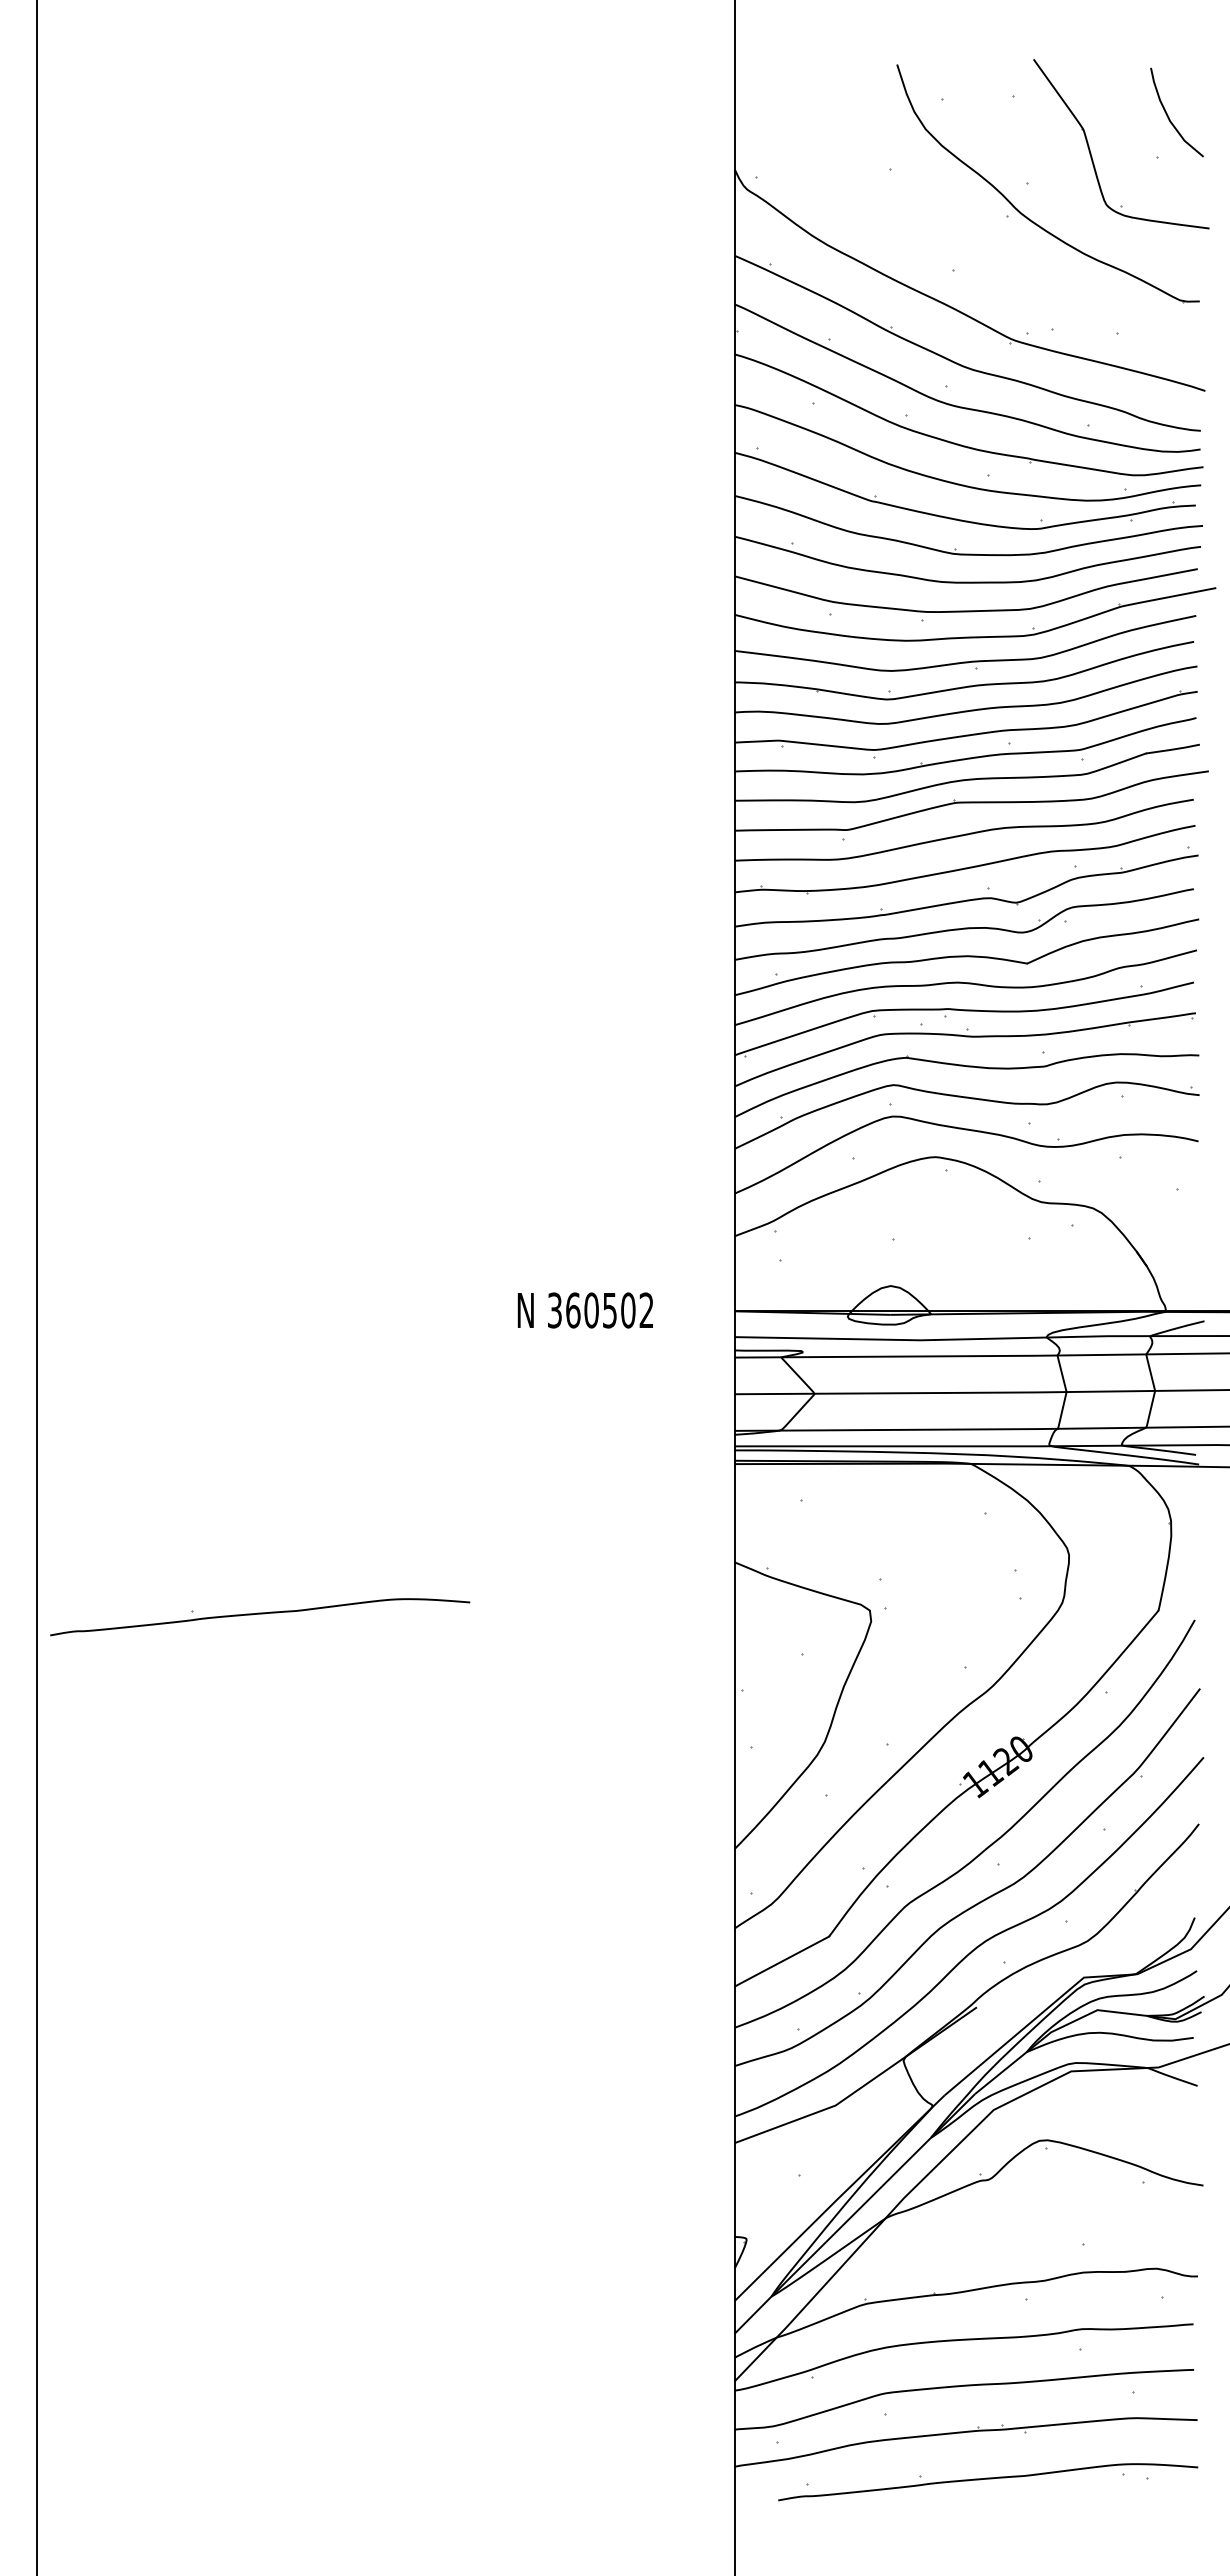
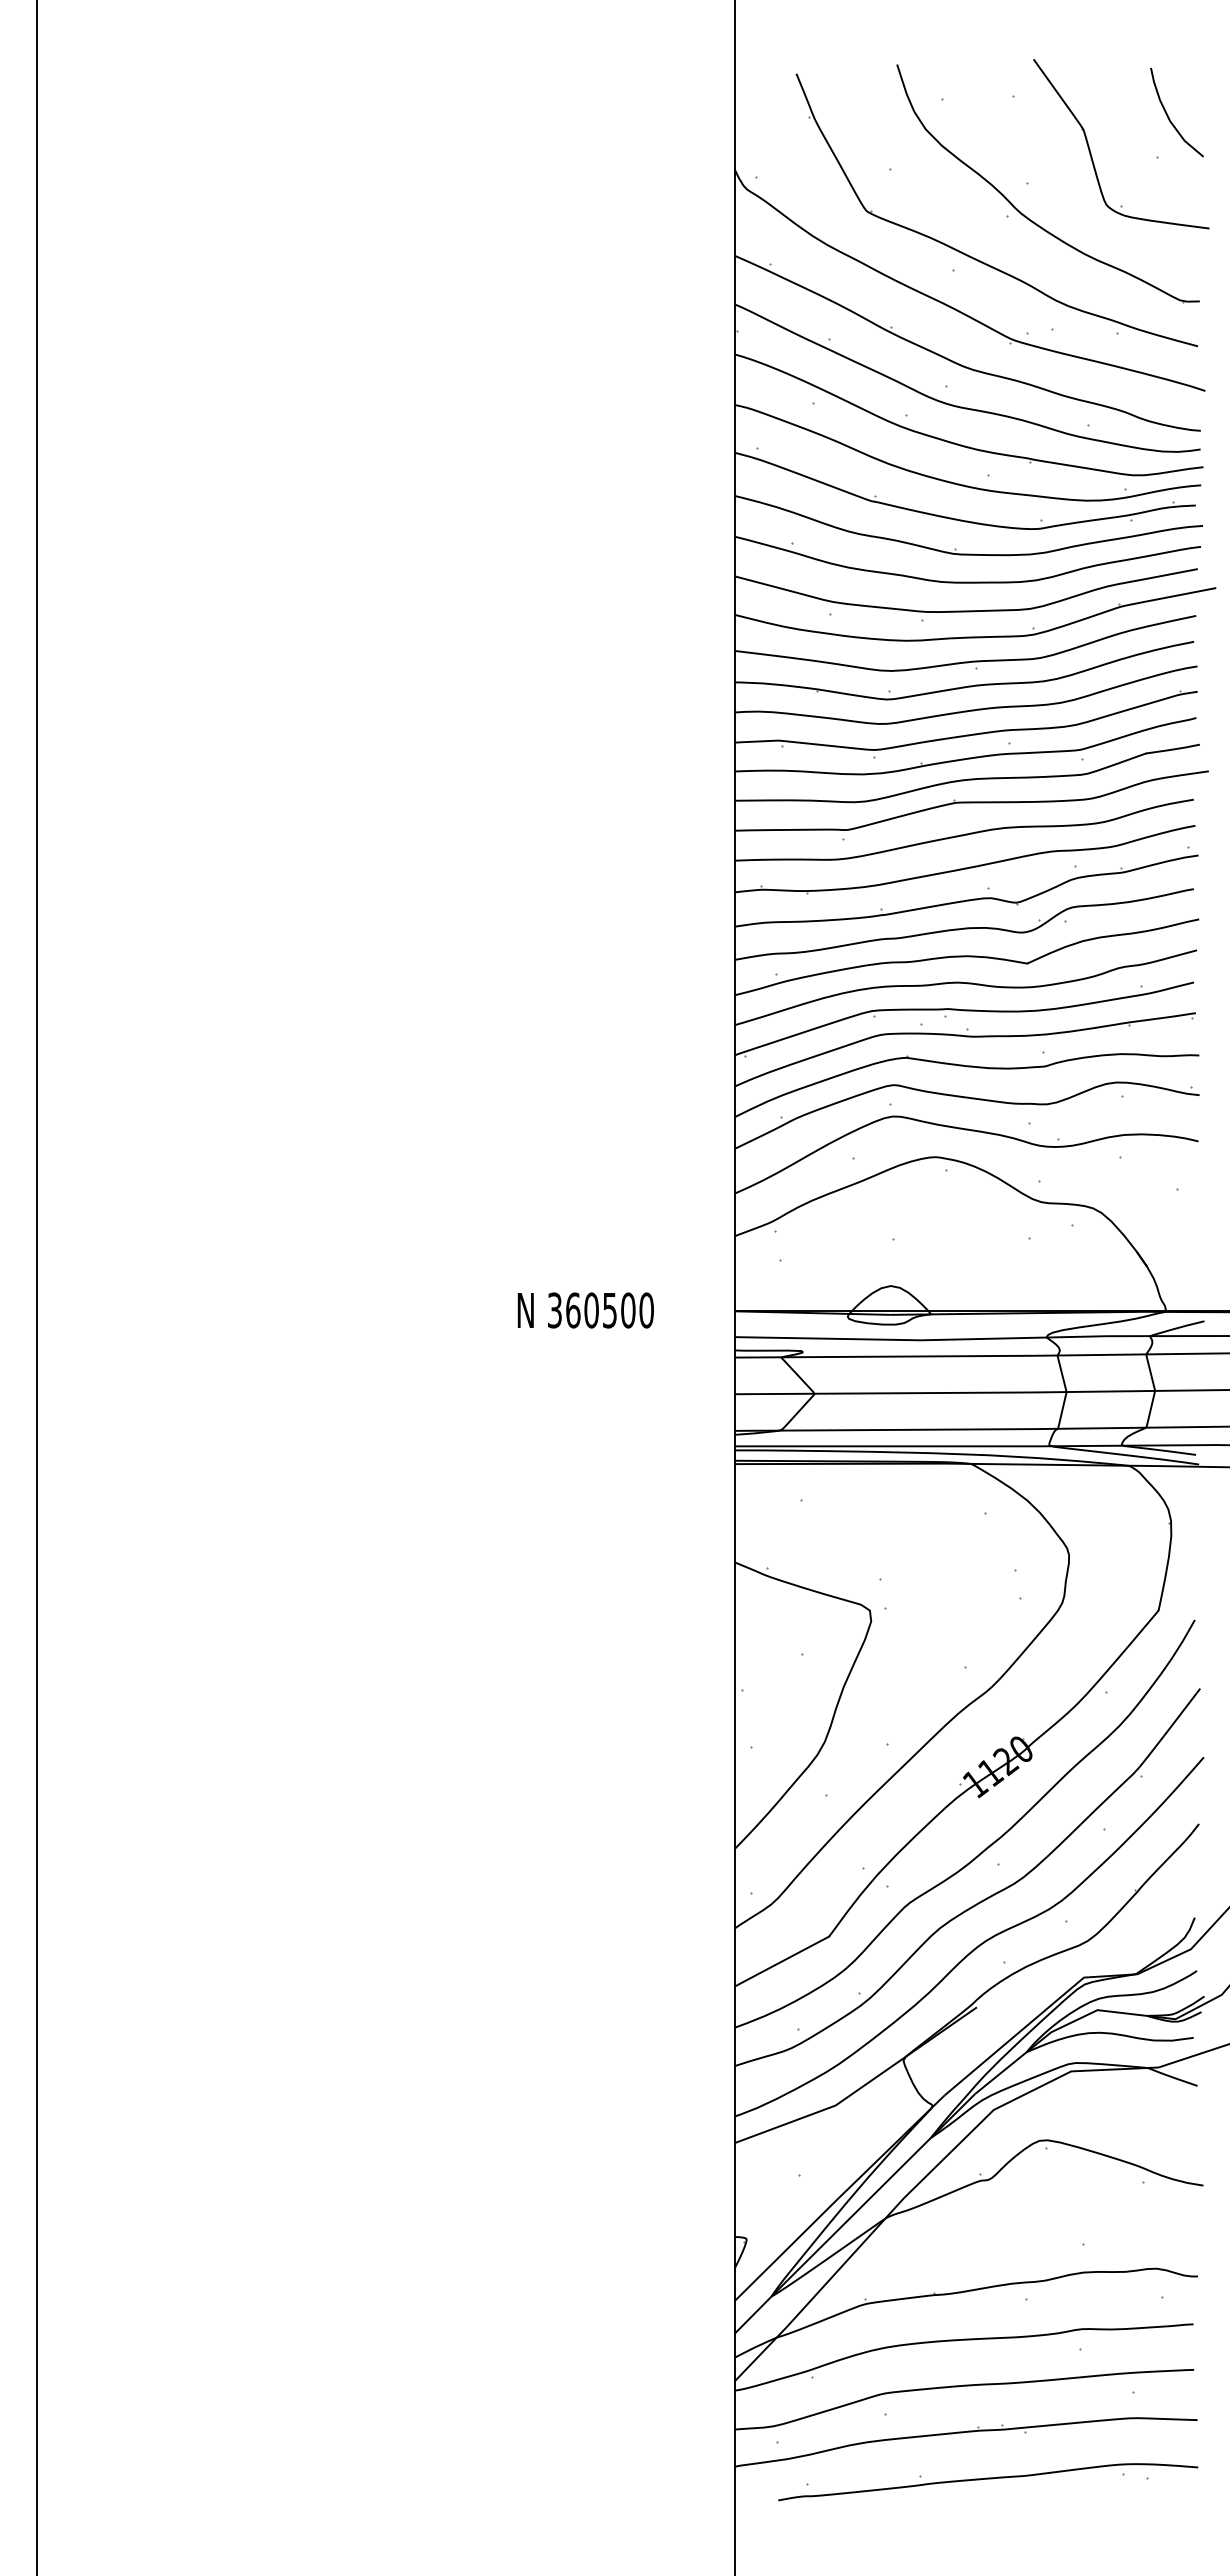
part at (972, 256): none -> present
text at (646, 1310): 360502 -> 360500
part at (260, 1617): present -> none
